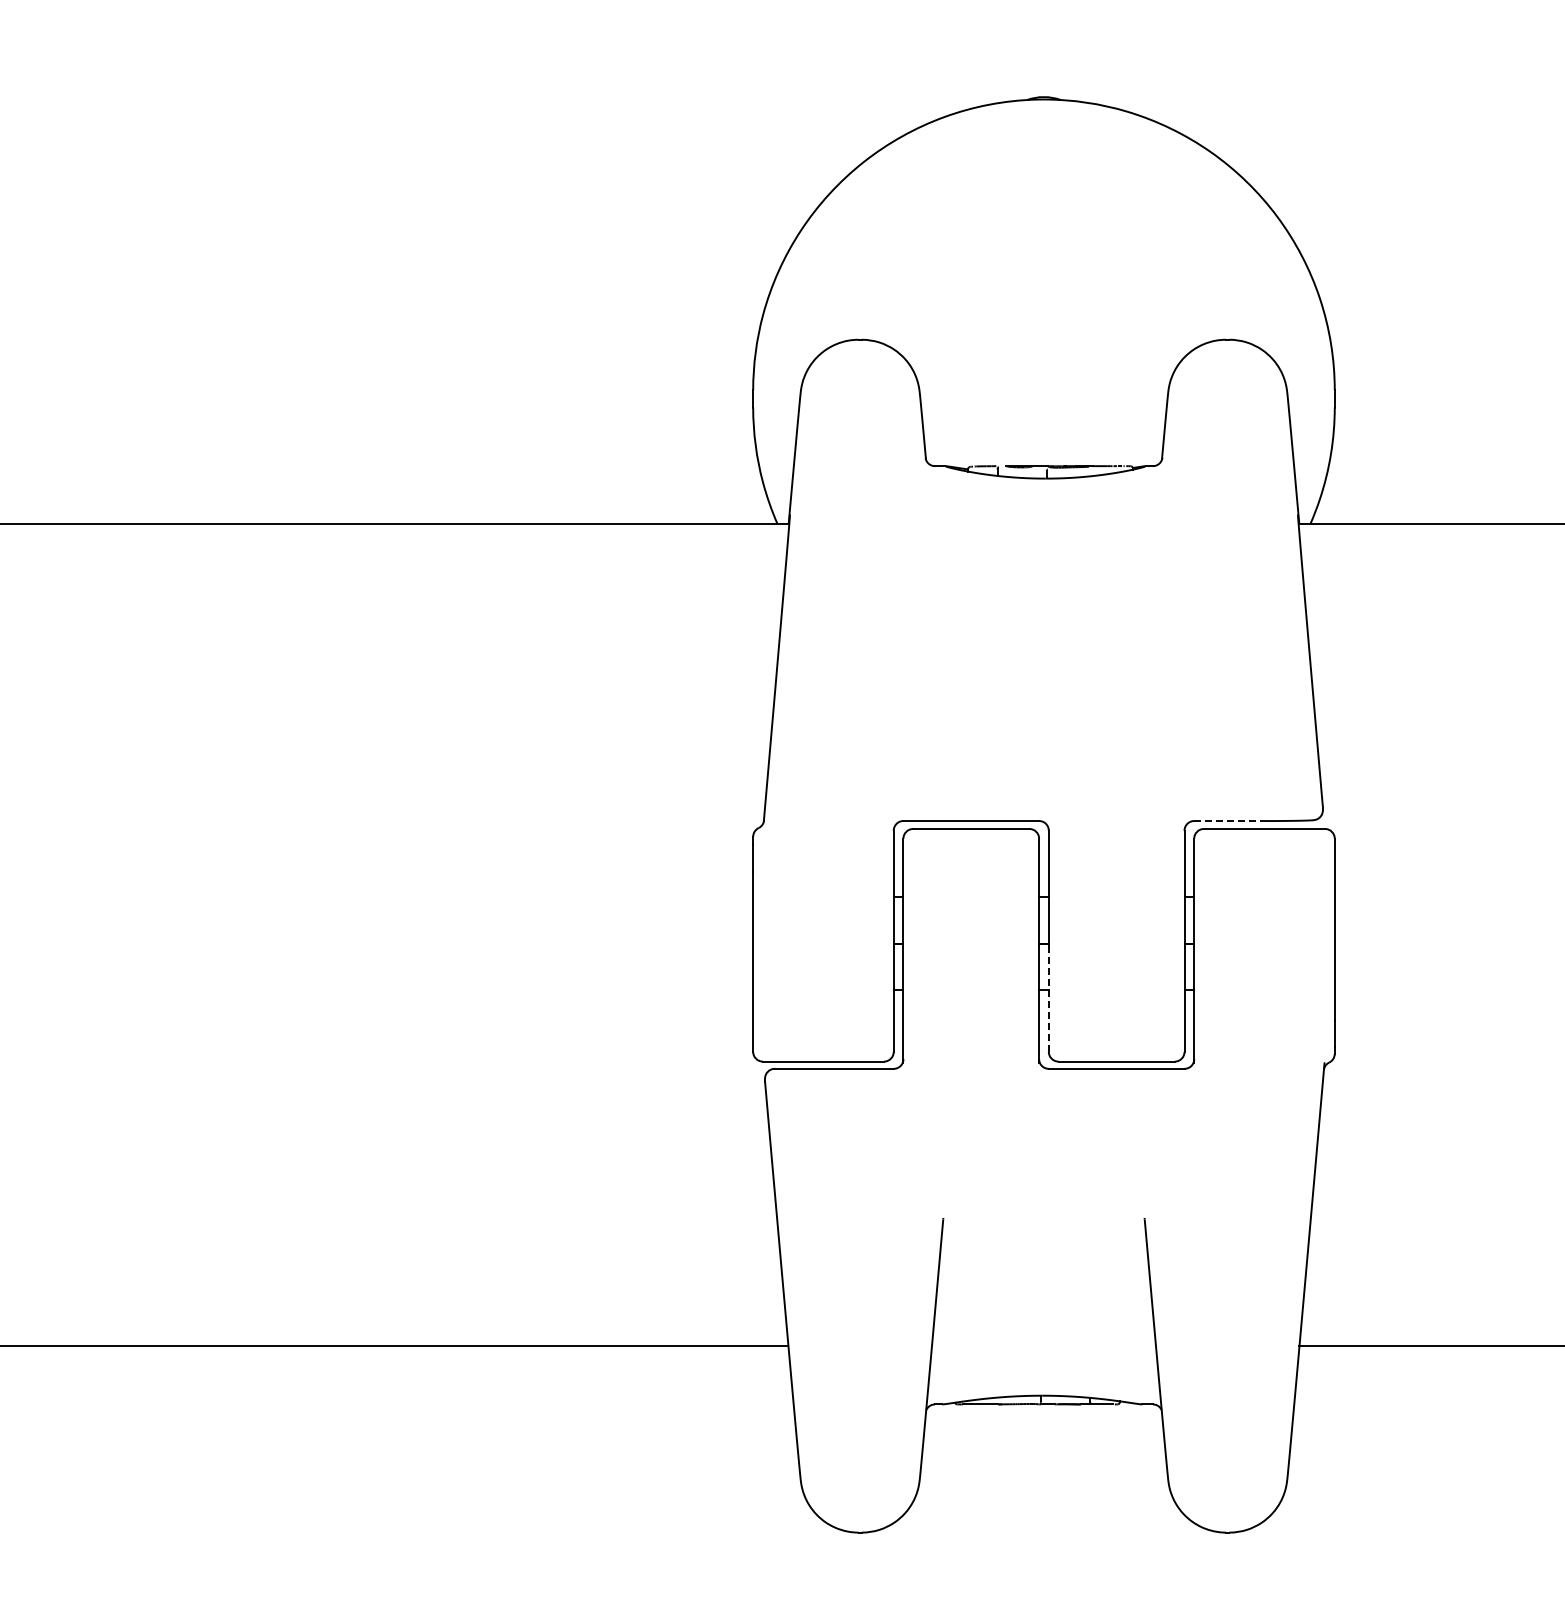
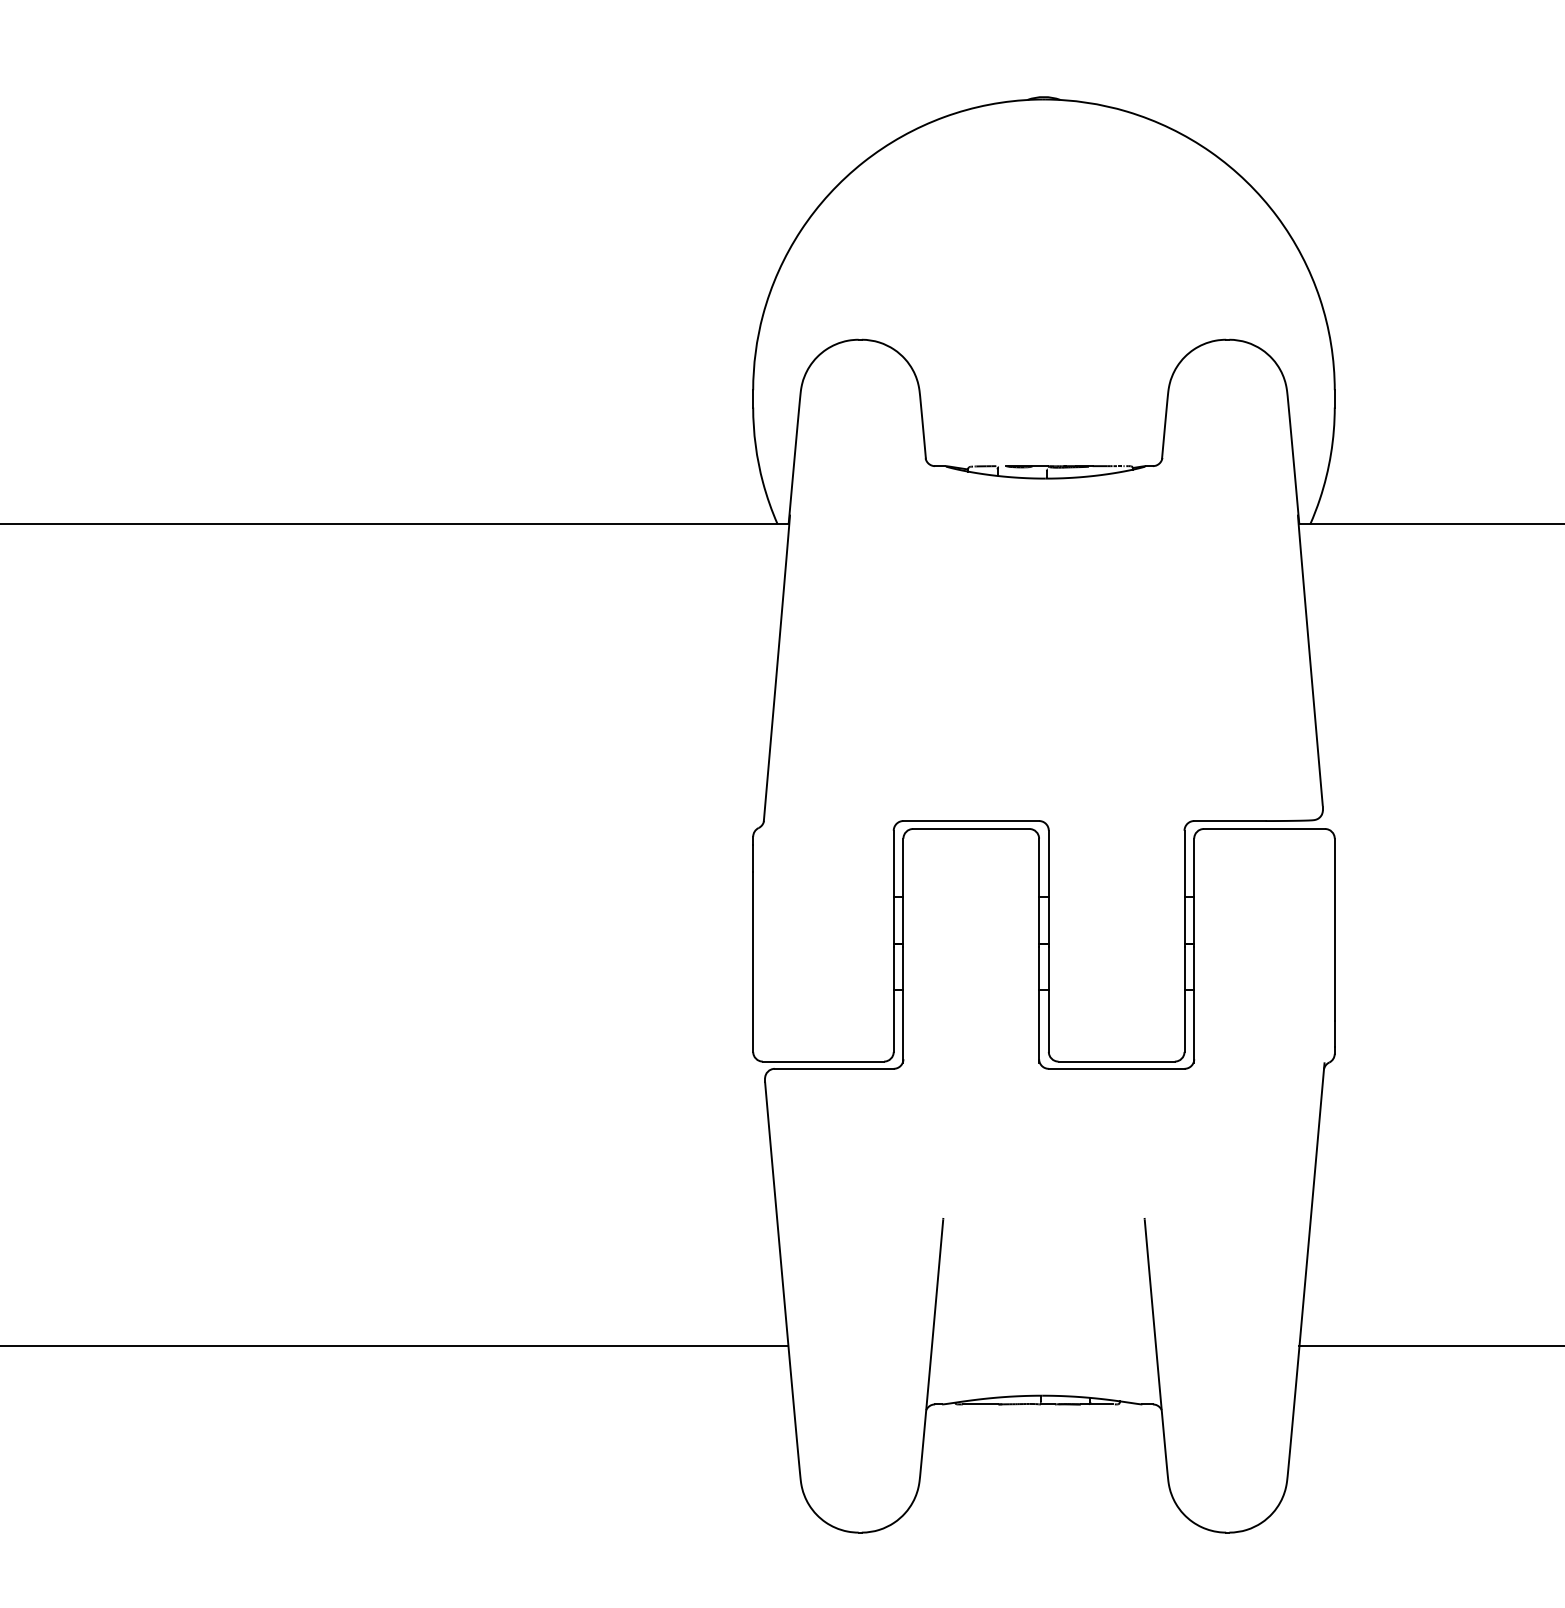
line at (1229, 821): dashed -> solid
line at (1048, 999): dashed -> solid
